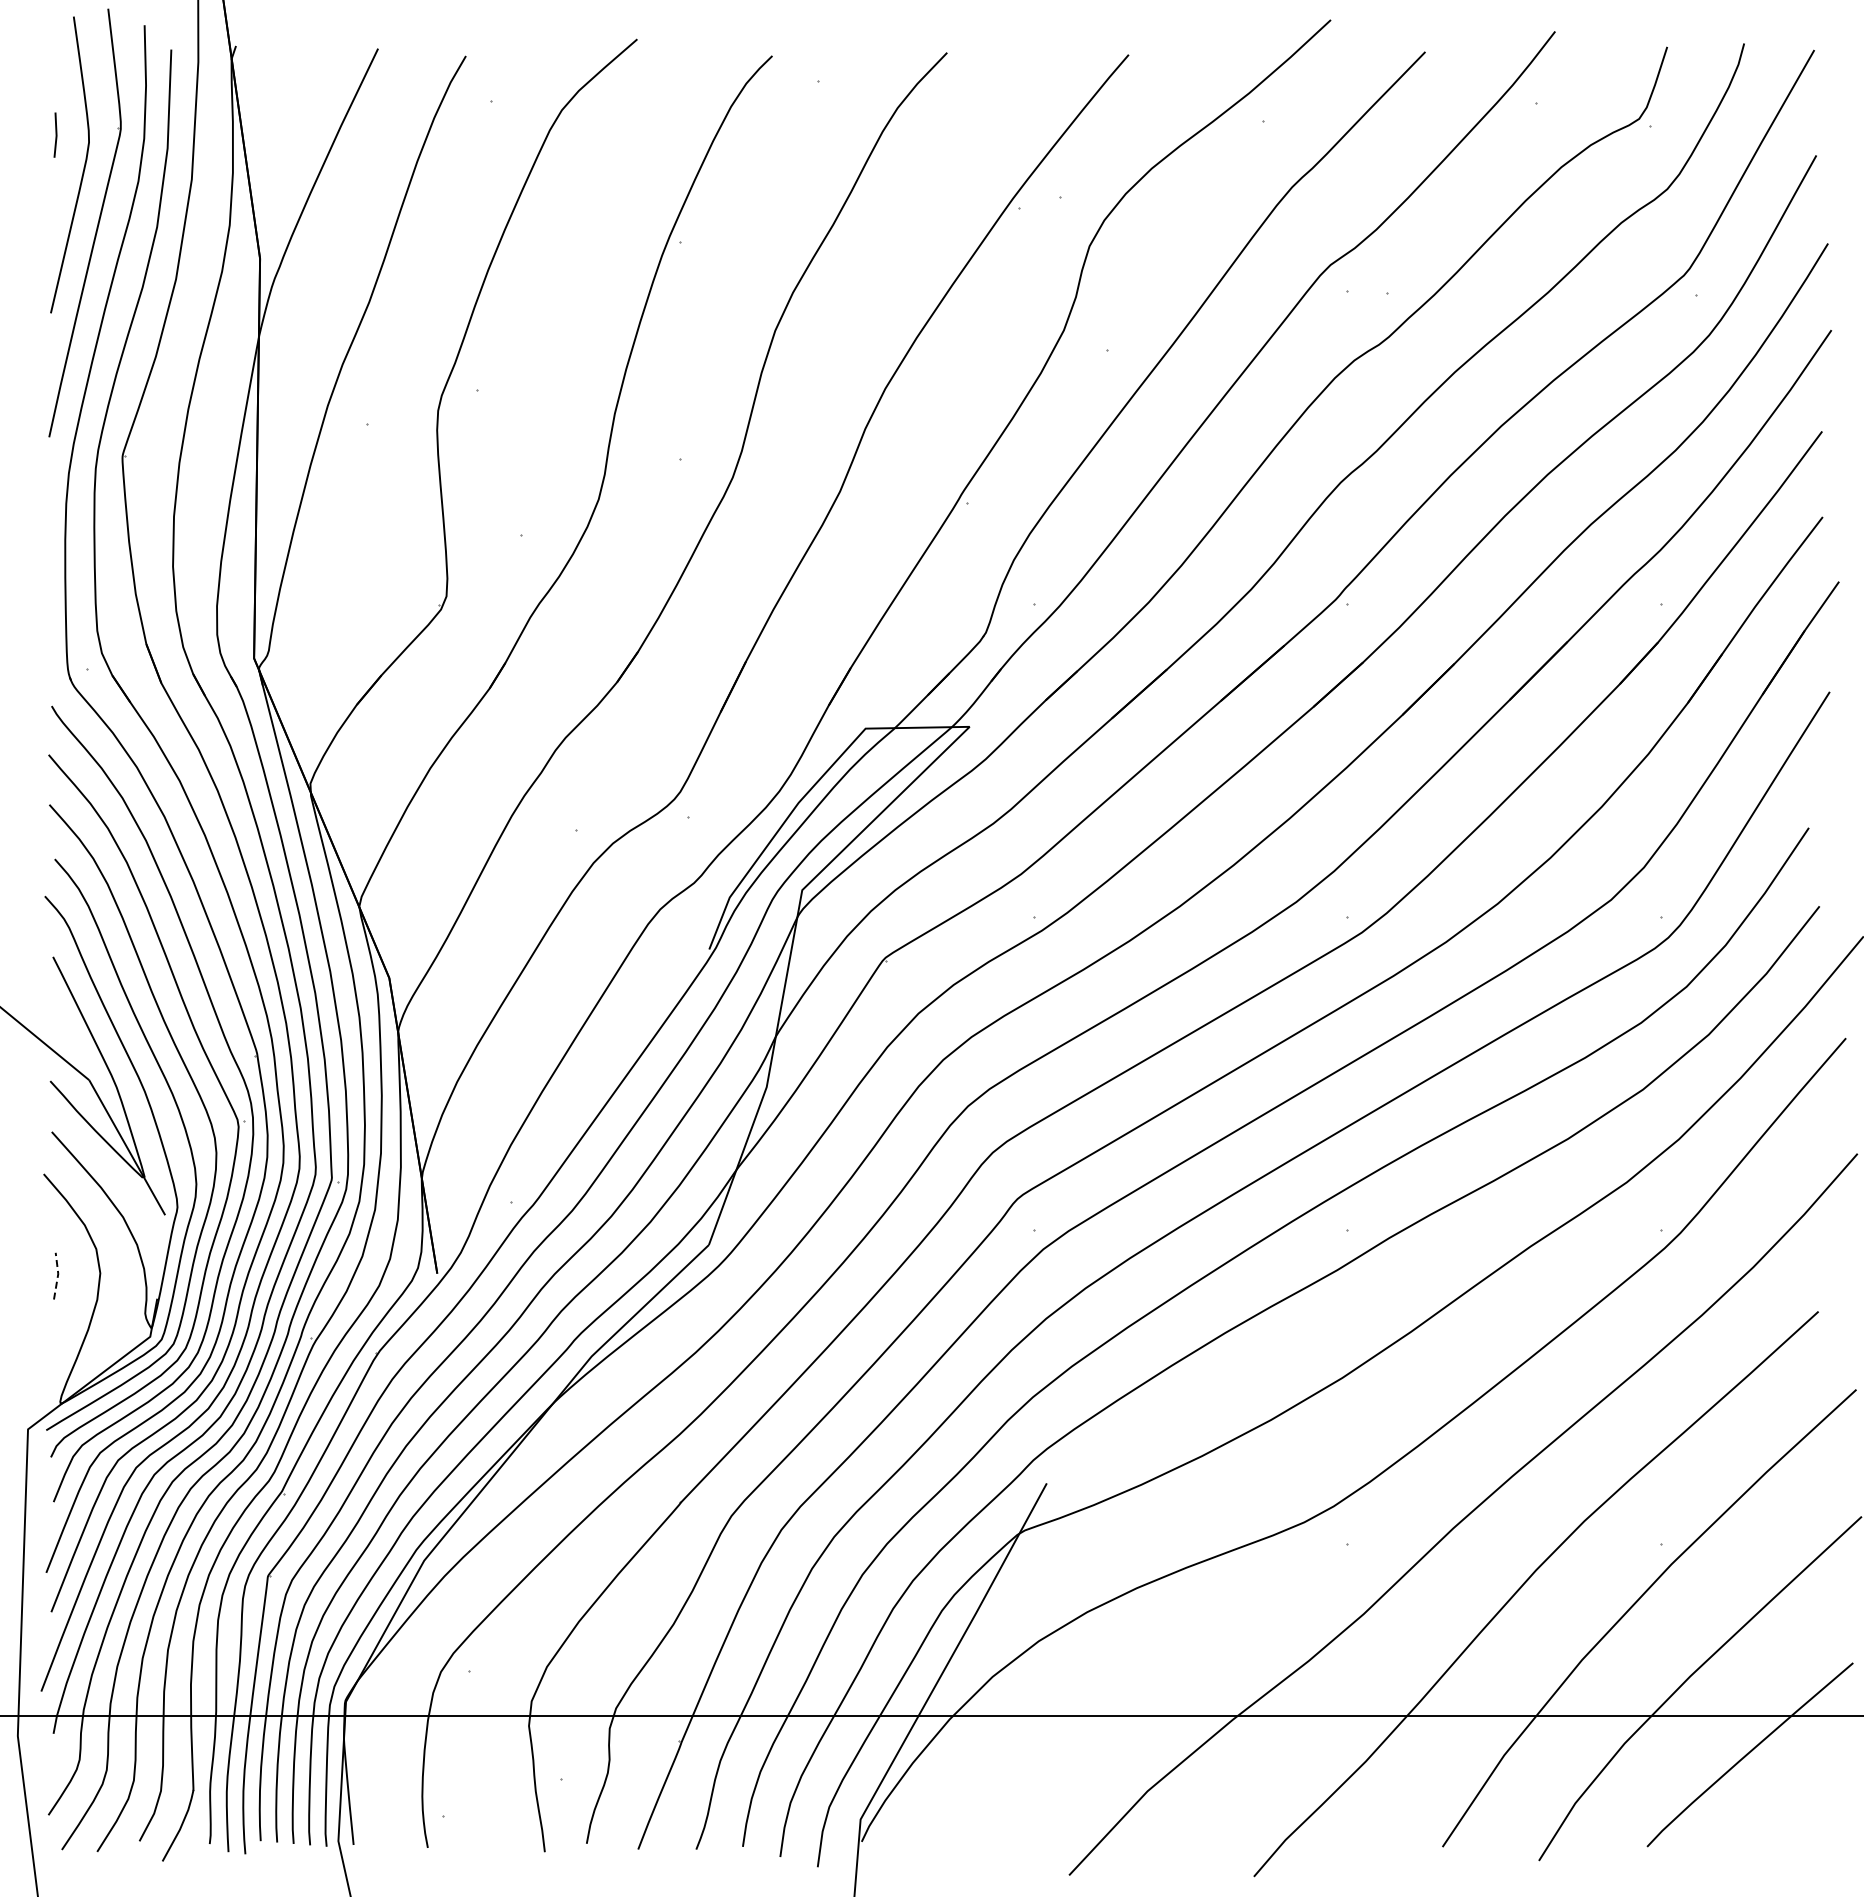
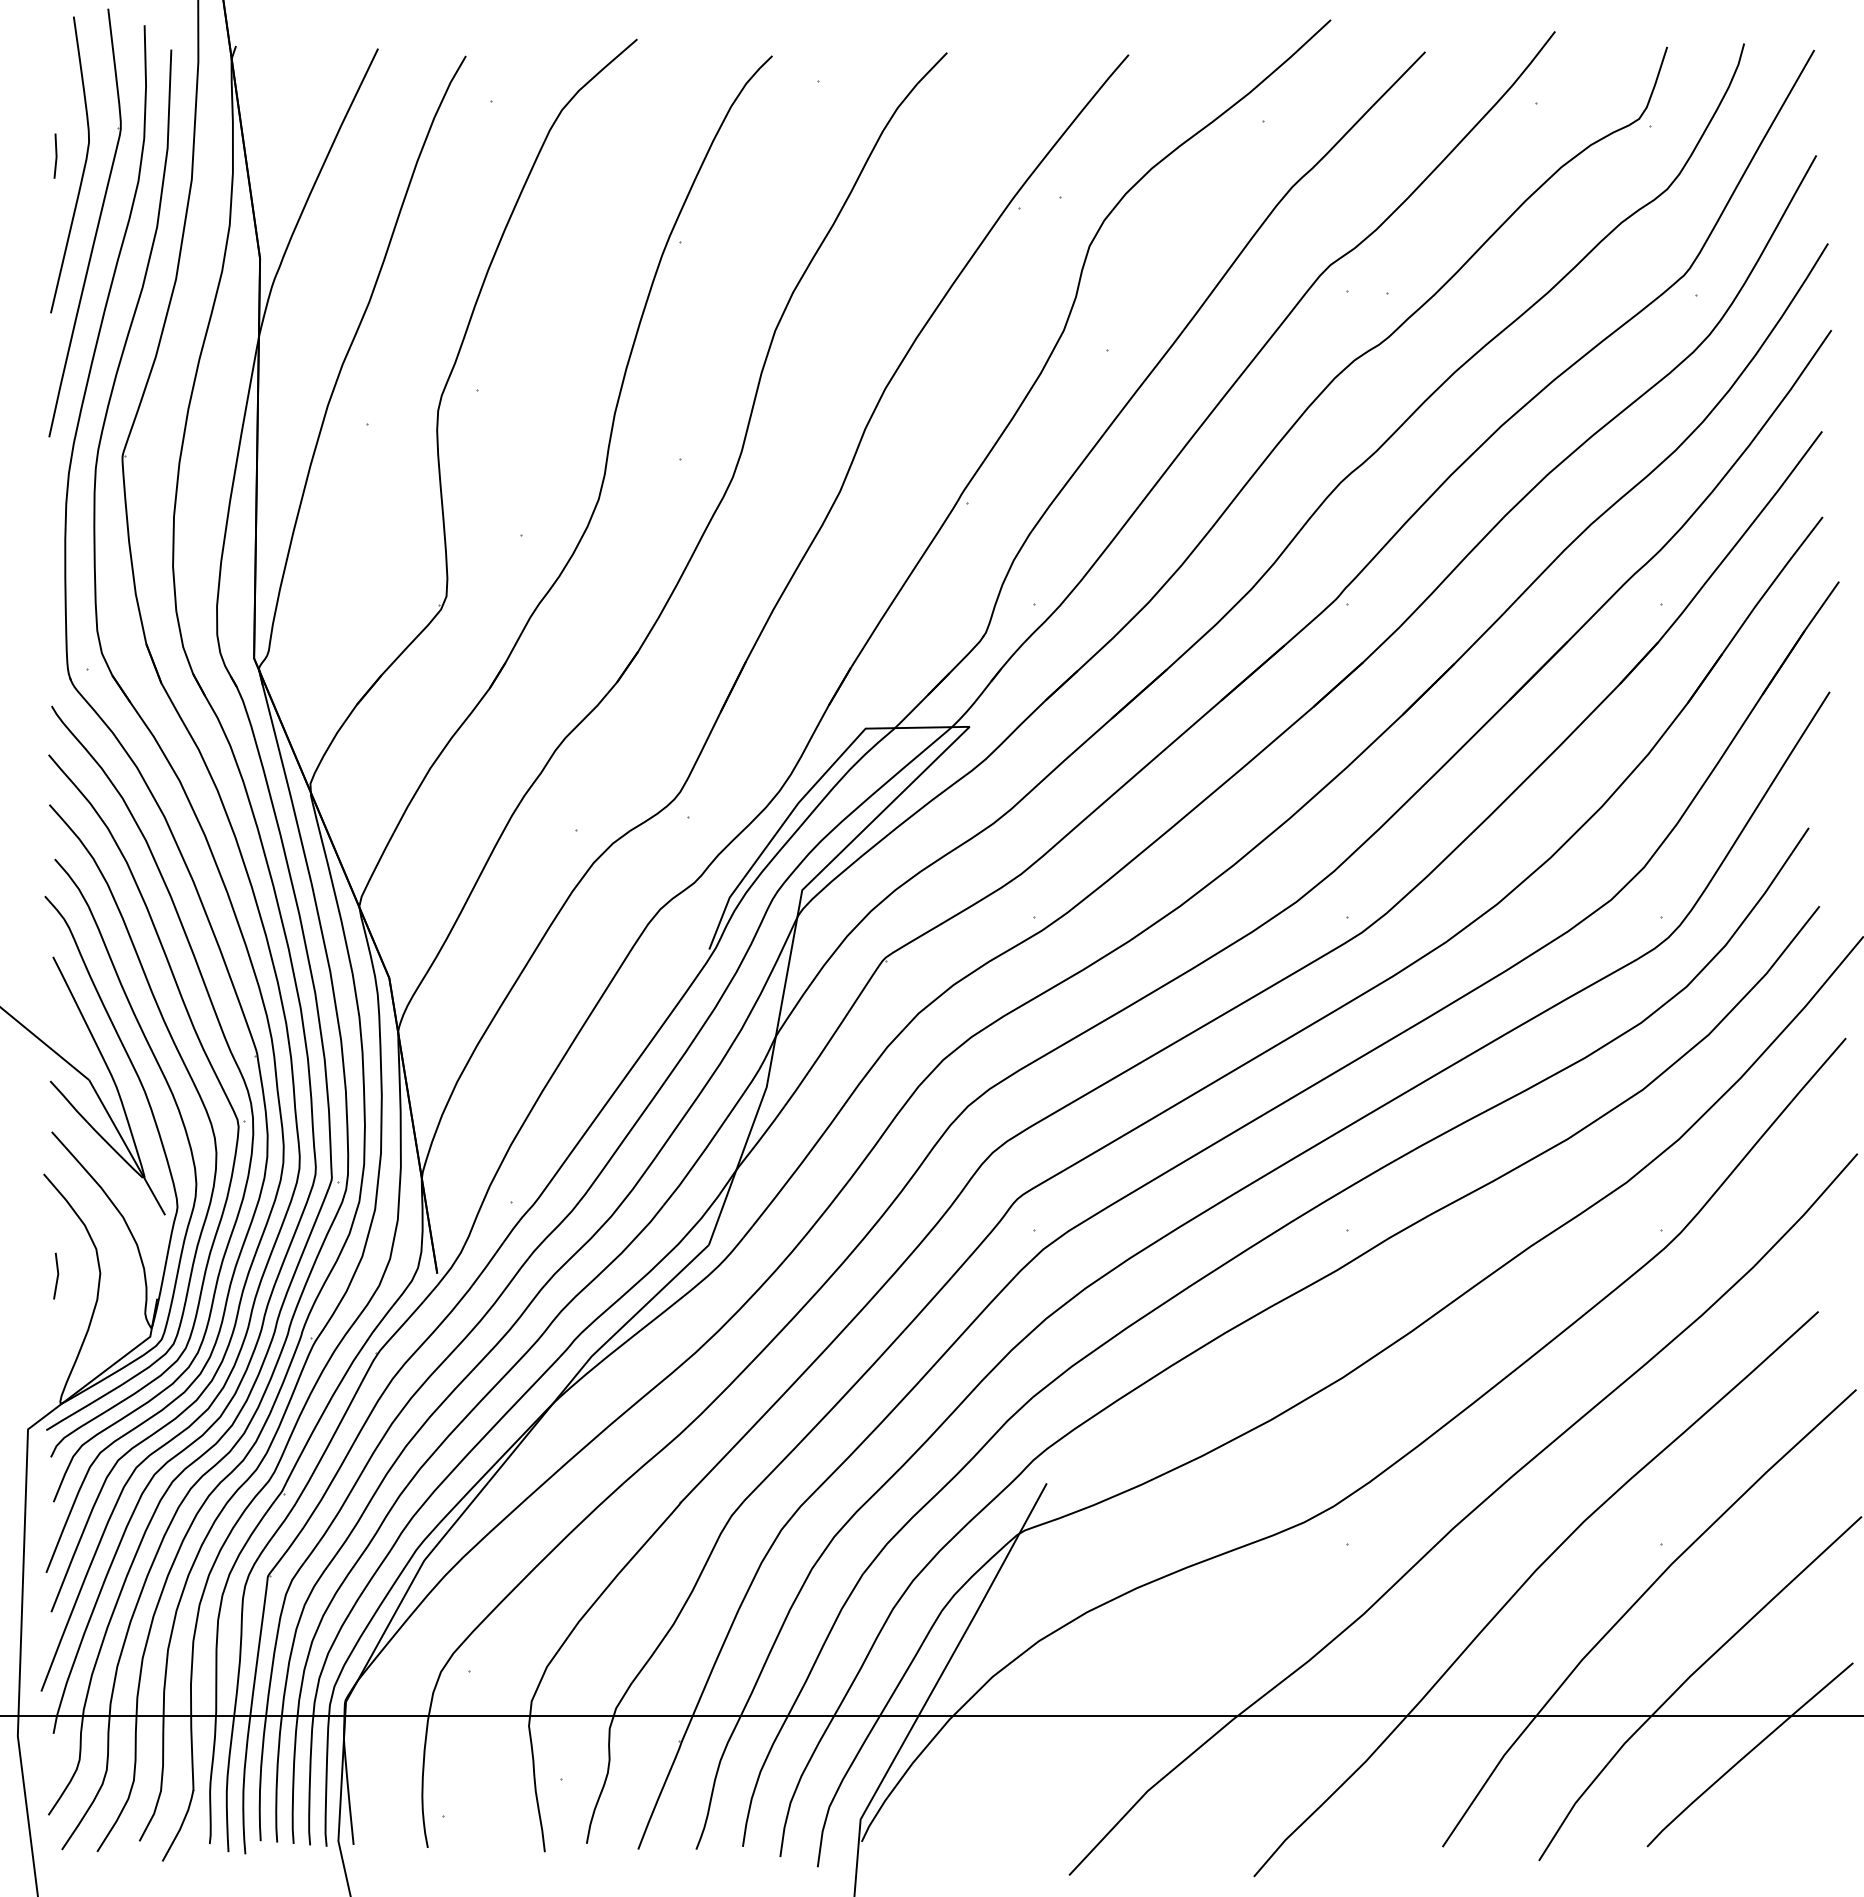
line at (55, 134) position: (55, 134) -> (55, 155)
line at (58, 1274): dashed -> solid
